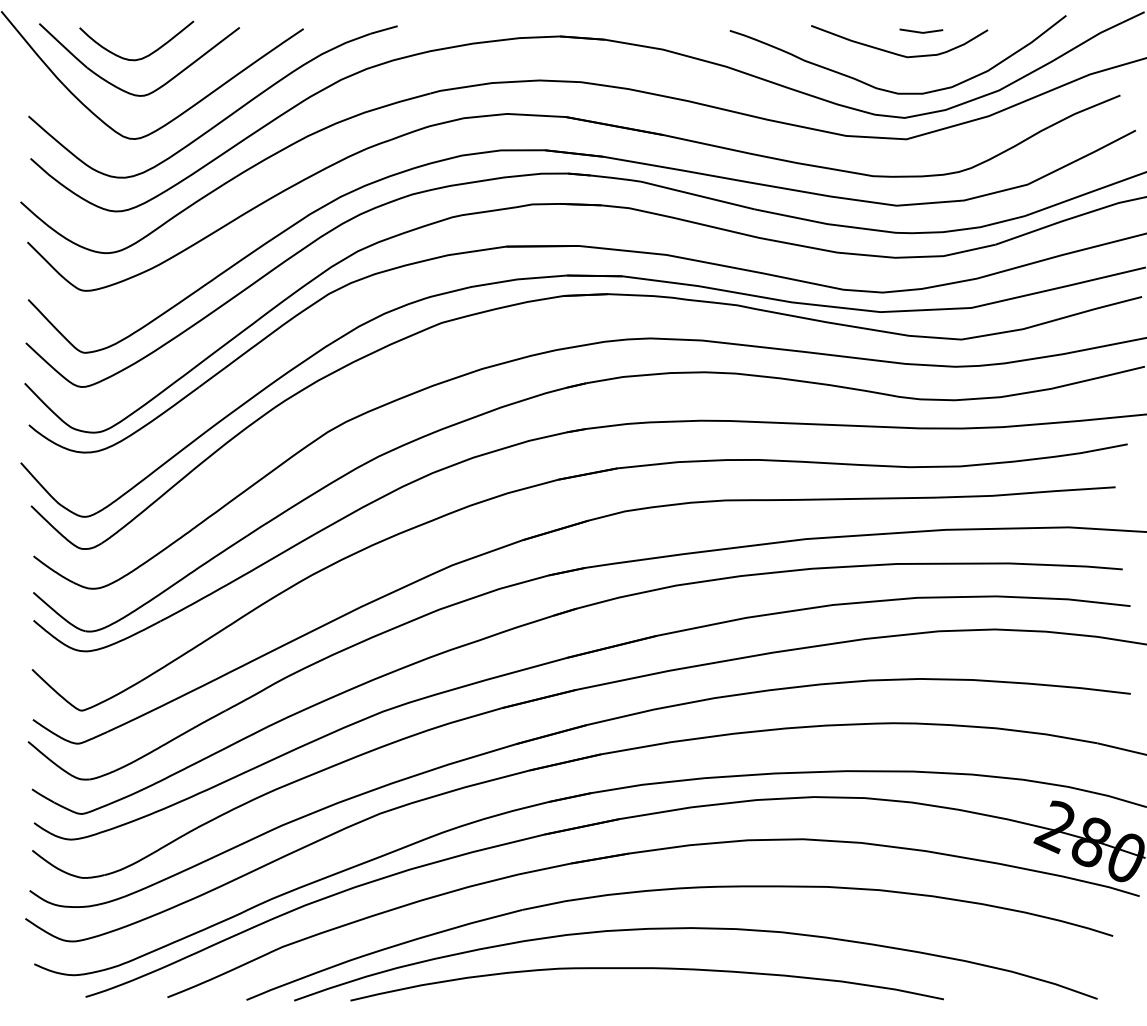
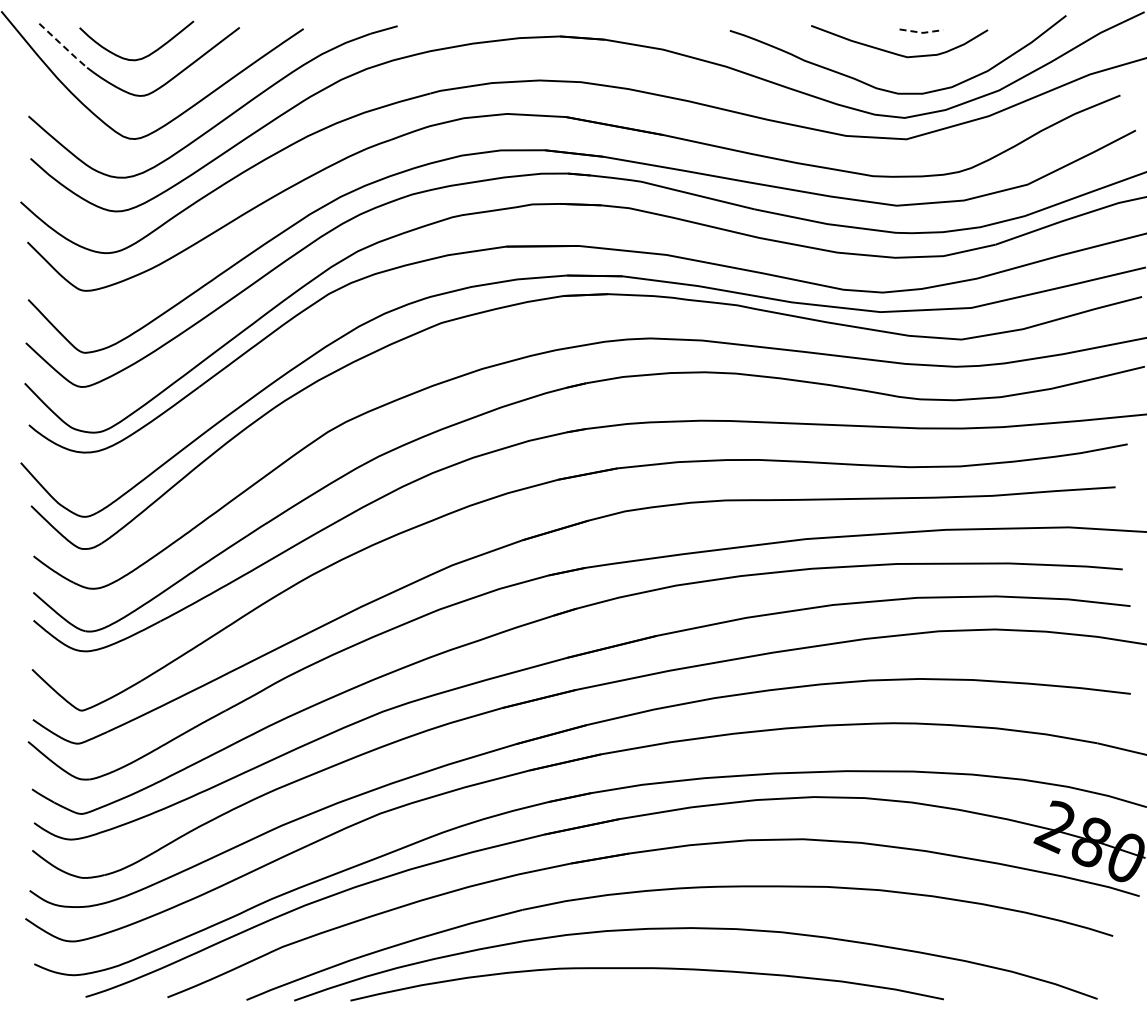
line at (922, 32): solid -> dashed
line at (63, 46): solid -> dashed
